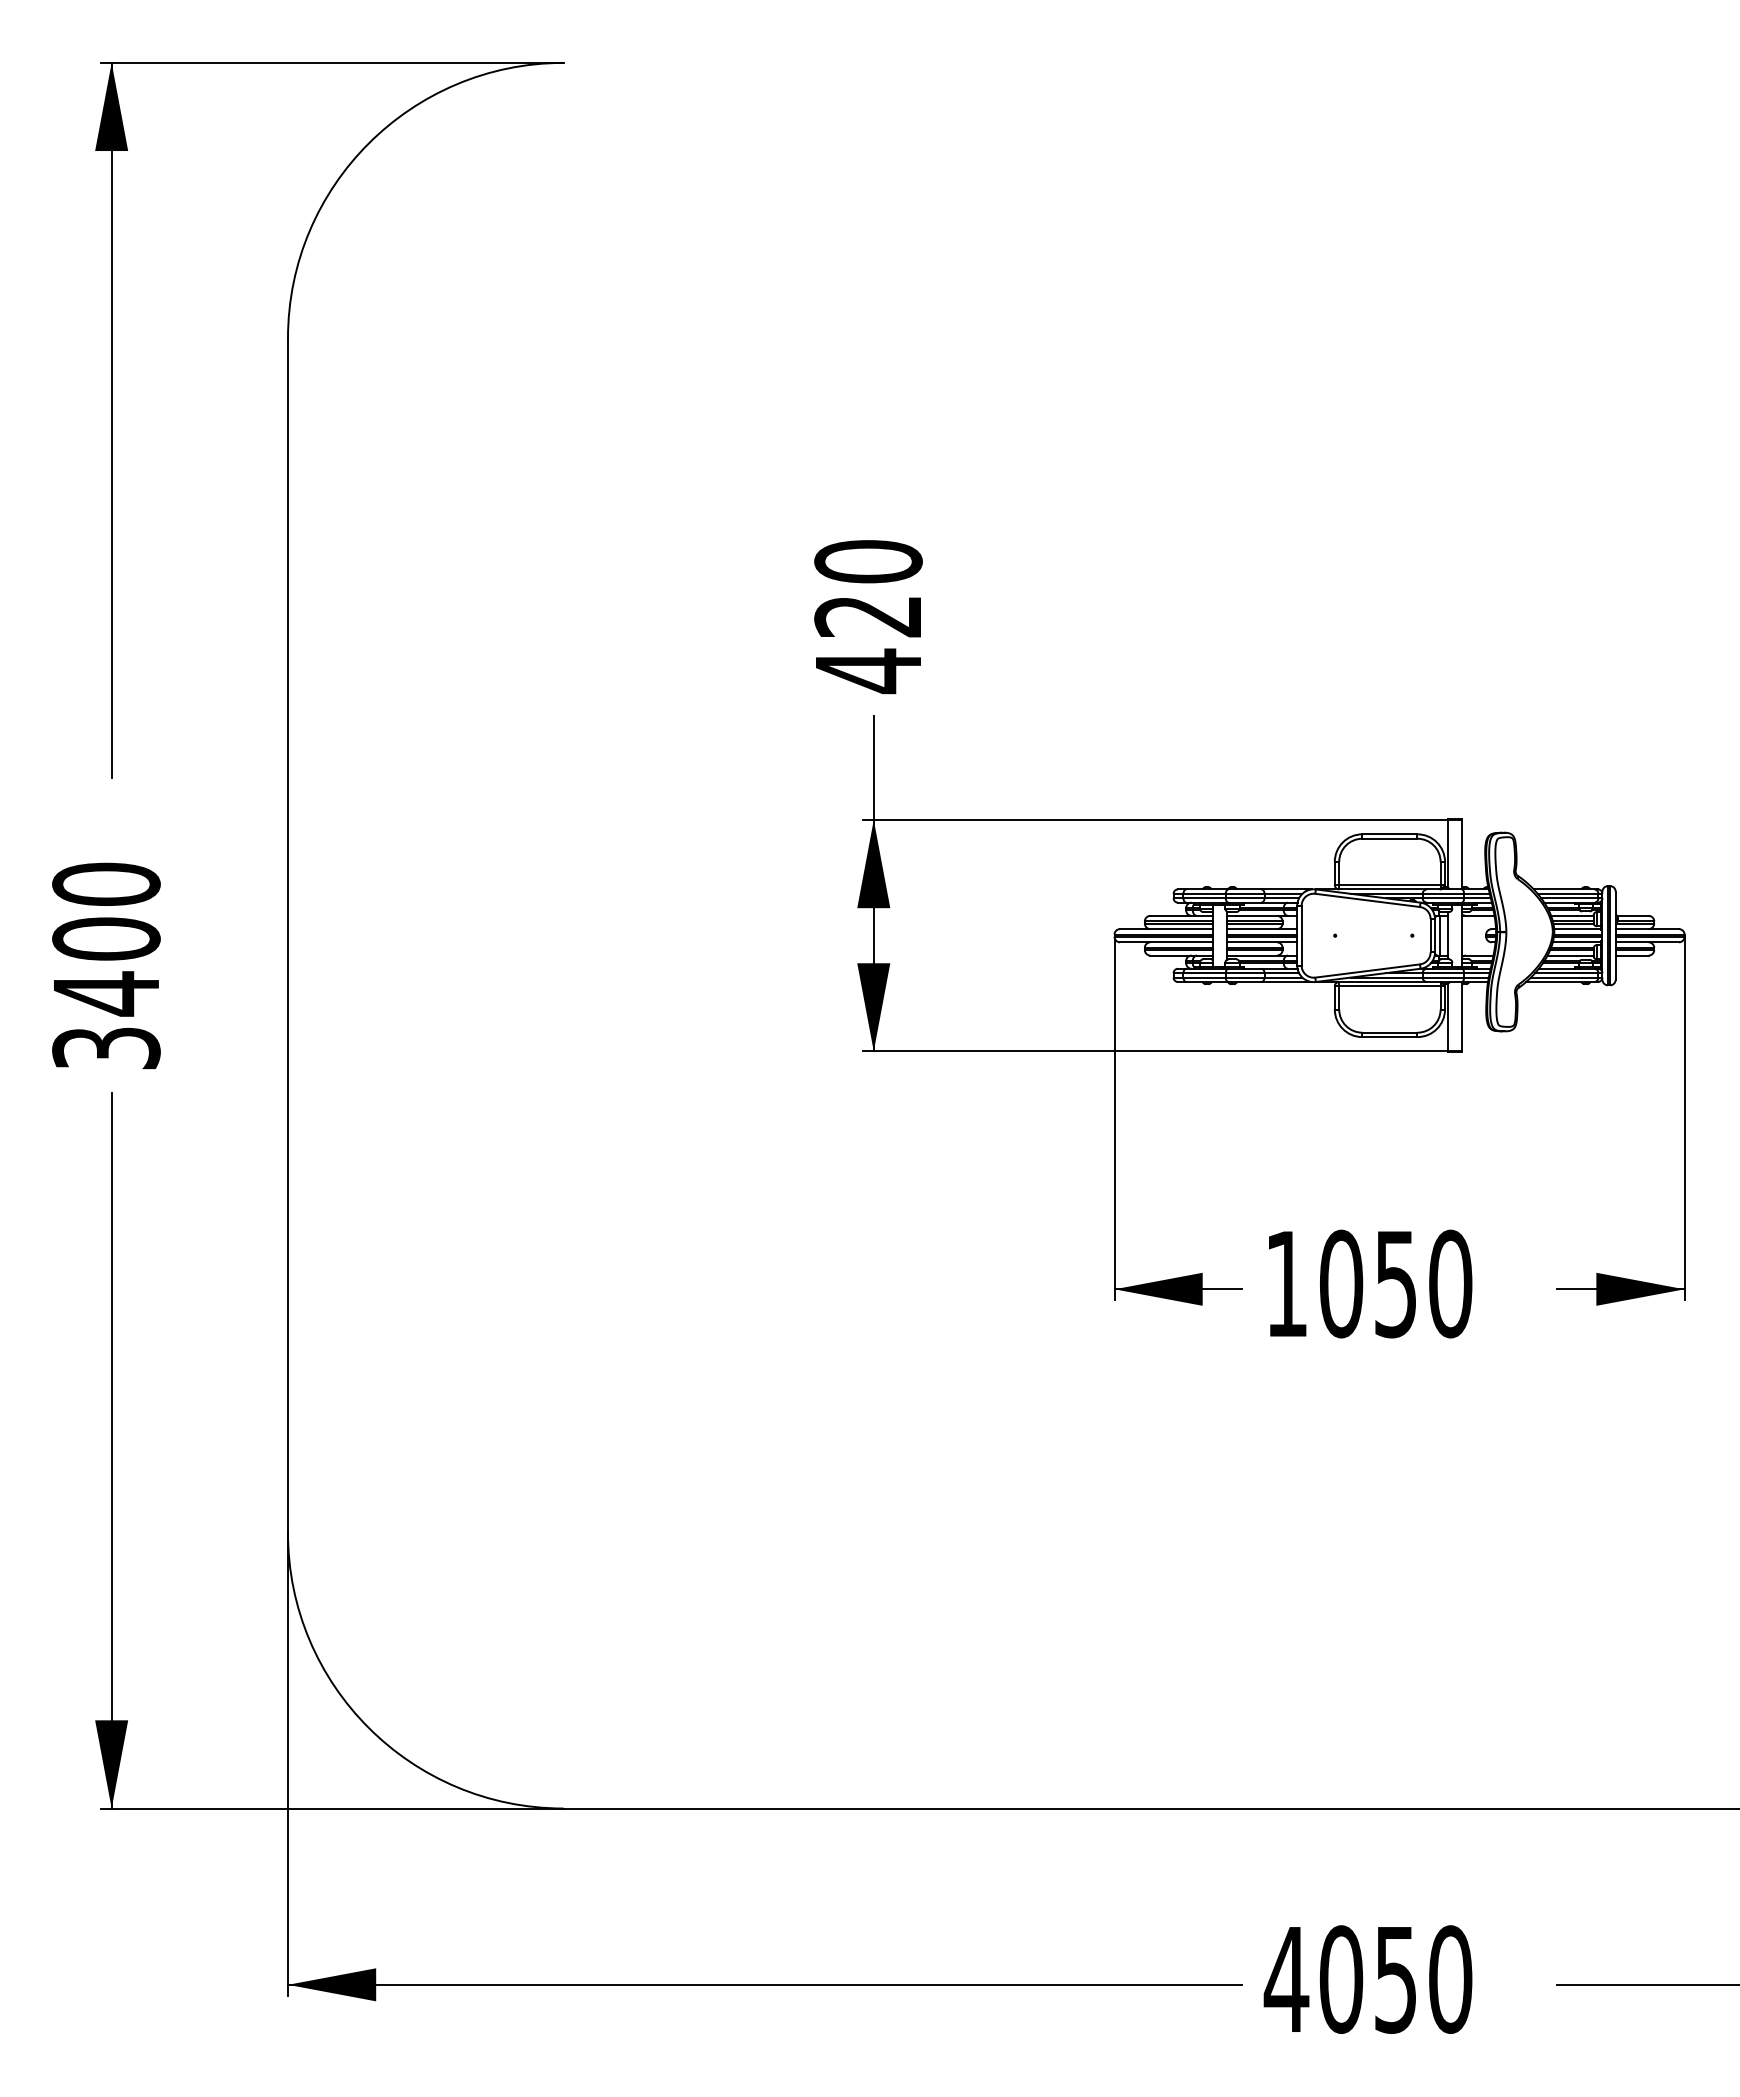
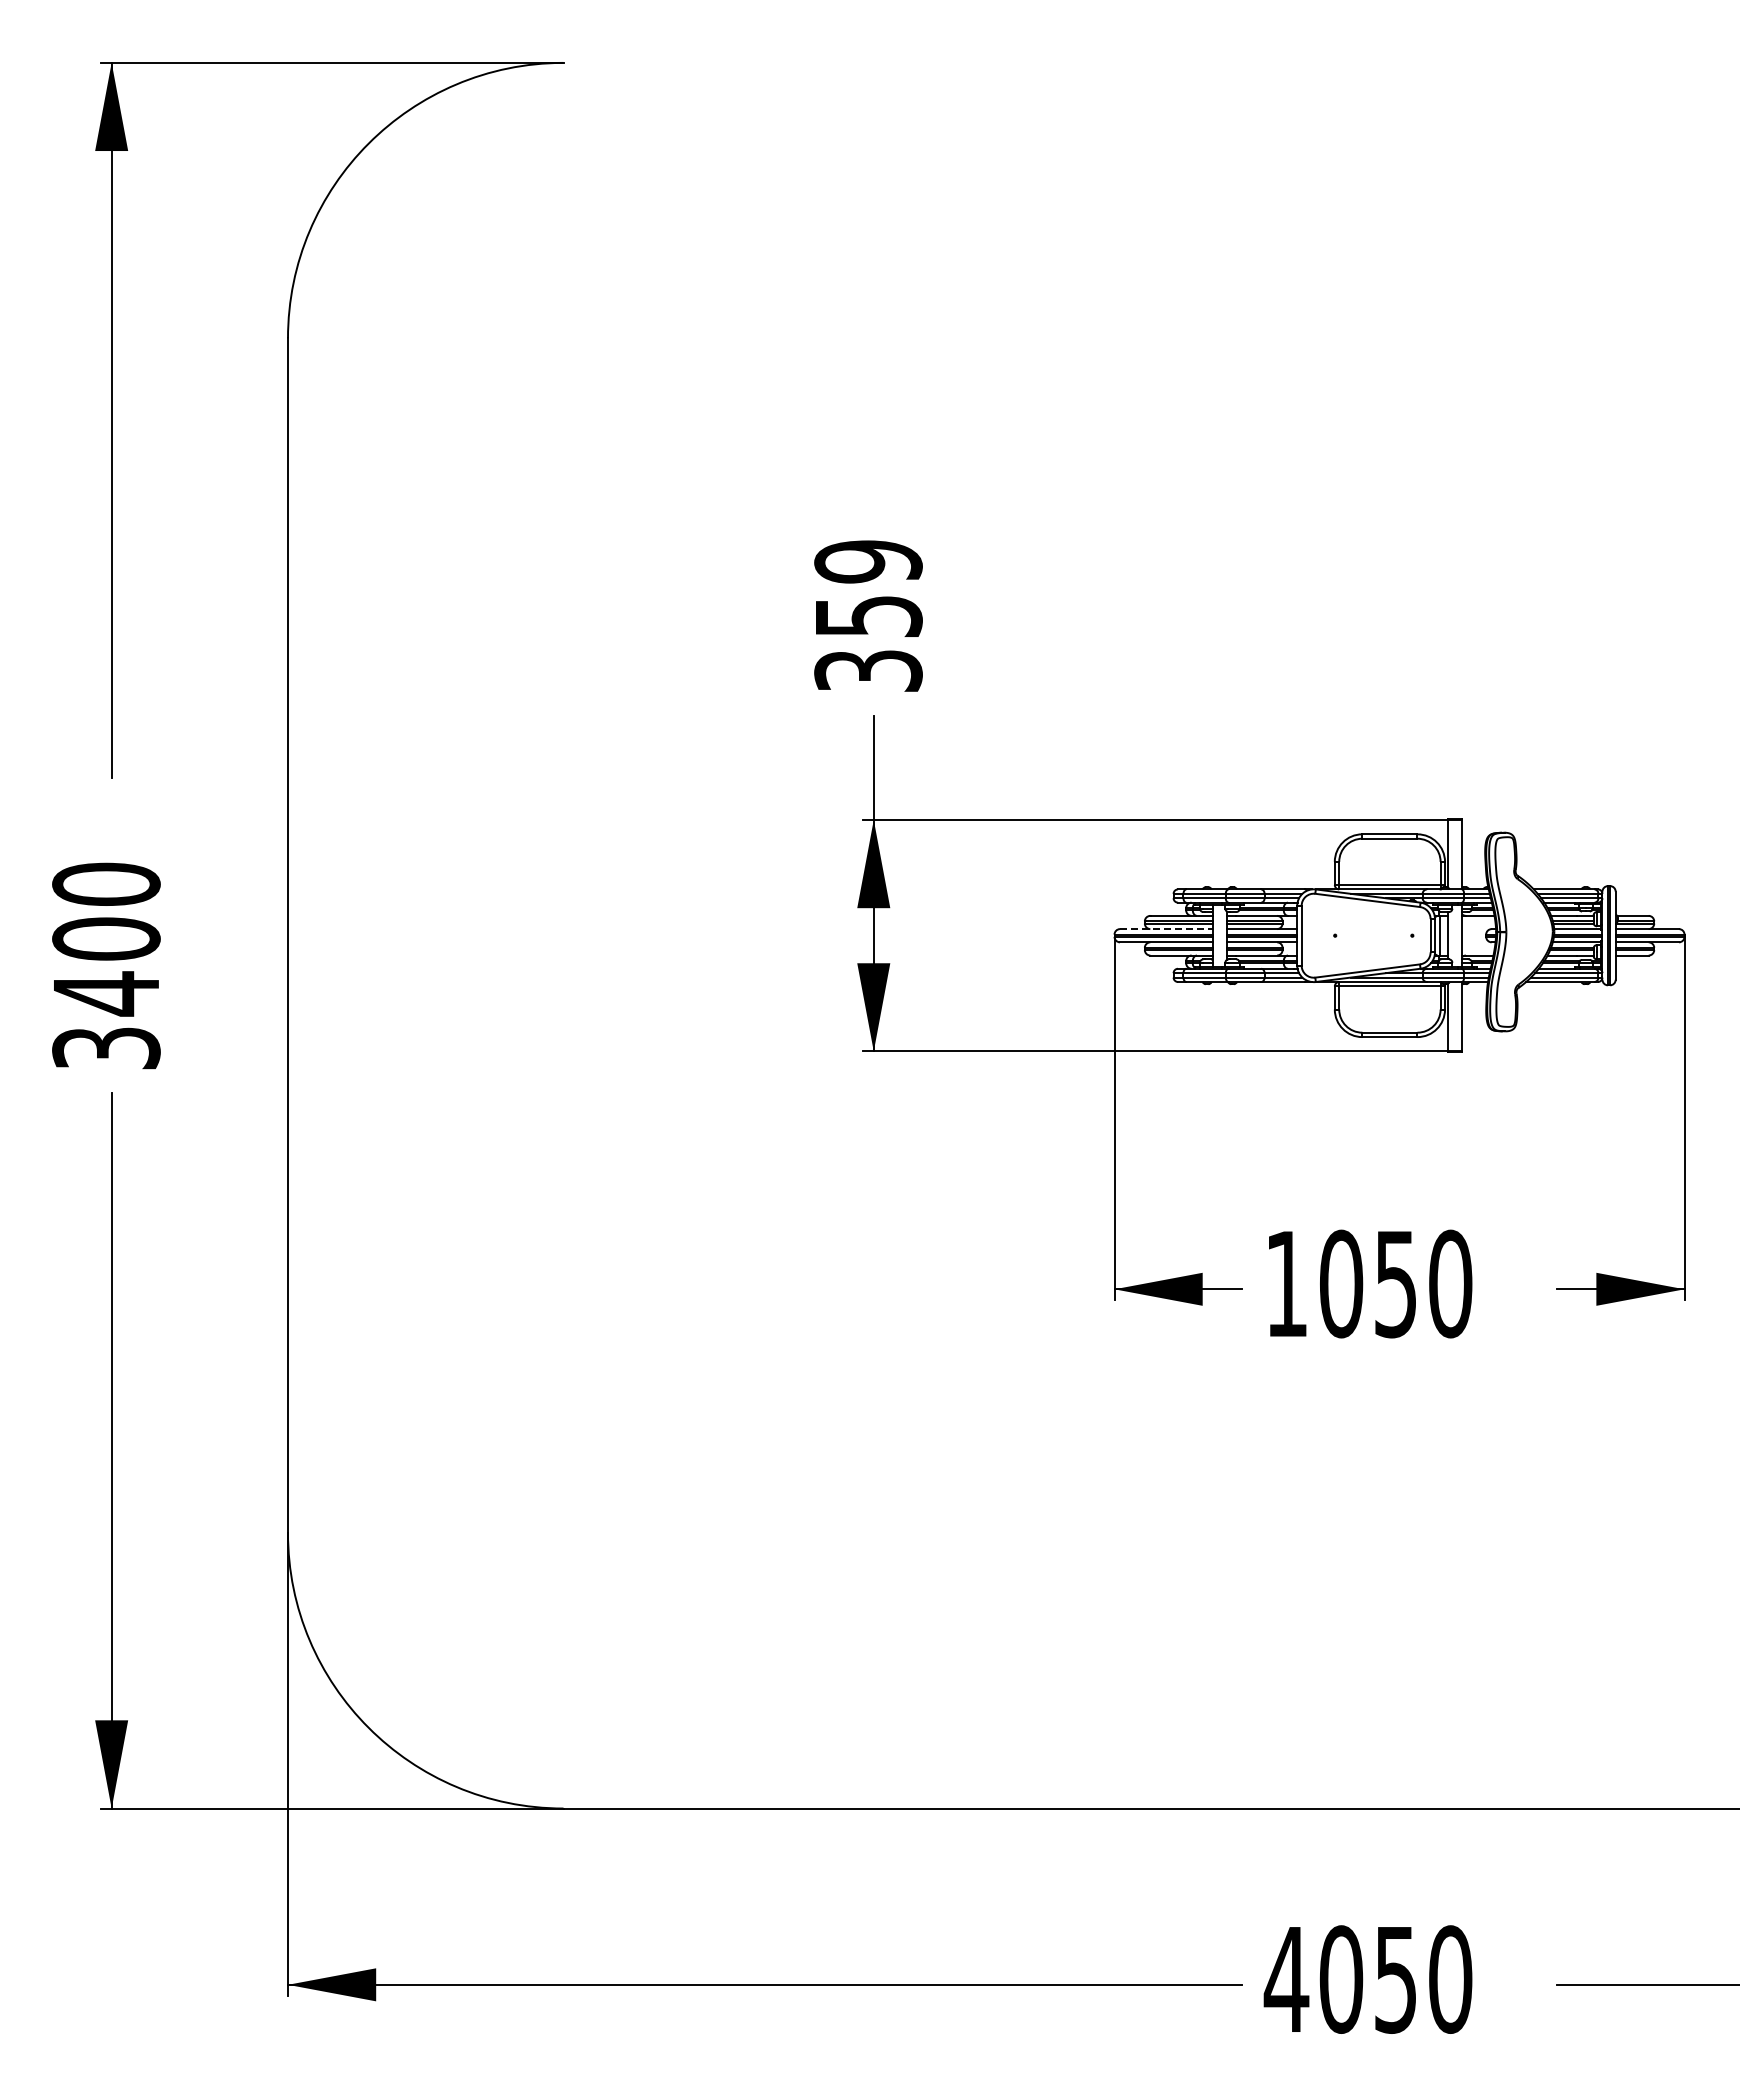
text at (868, 617): 420 -> 359
line at (1166, 929): solid -> dashed
